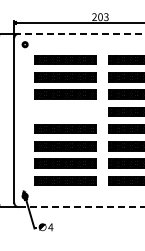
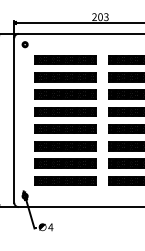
line at (81, 33): dashed -> solid
part at (65, 111): none -> present
line at (81, 207): dashed -> solid
